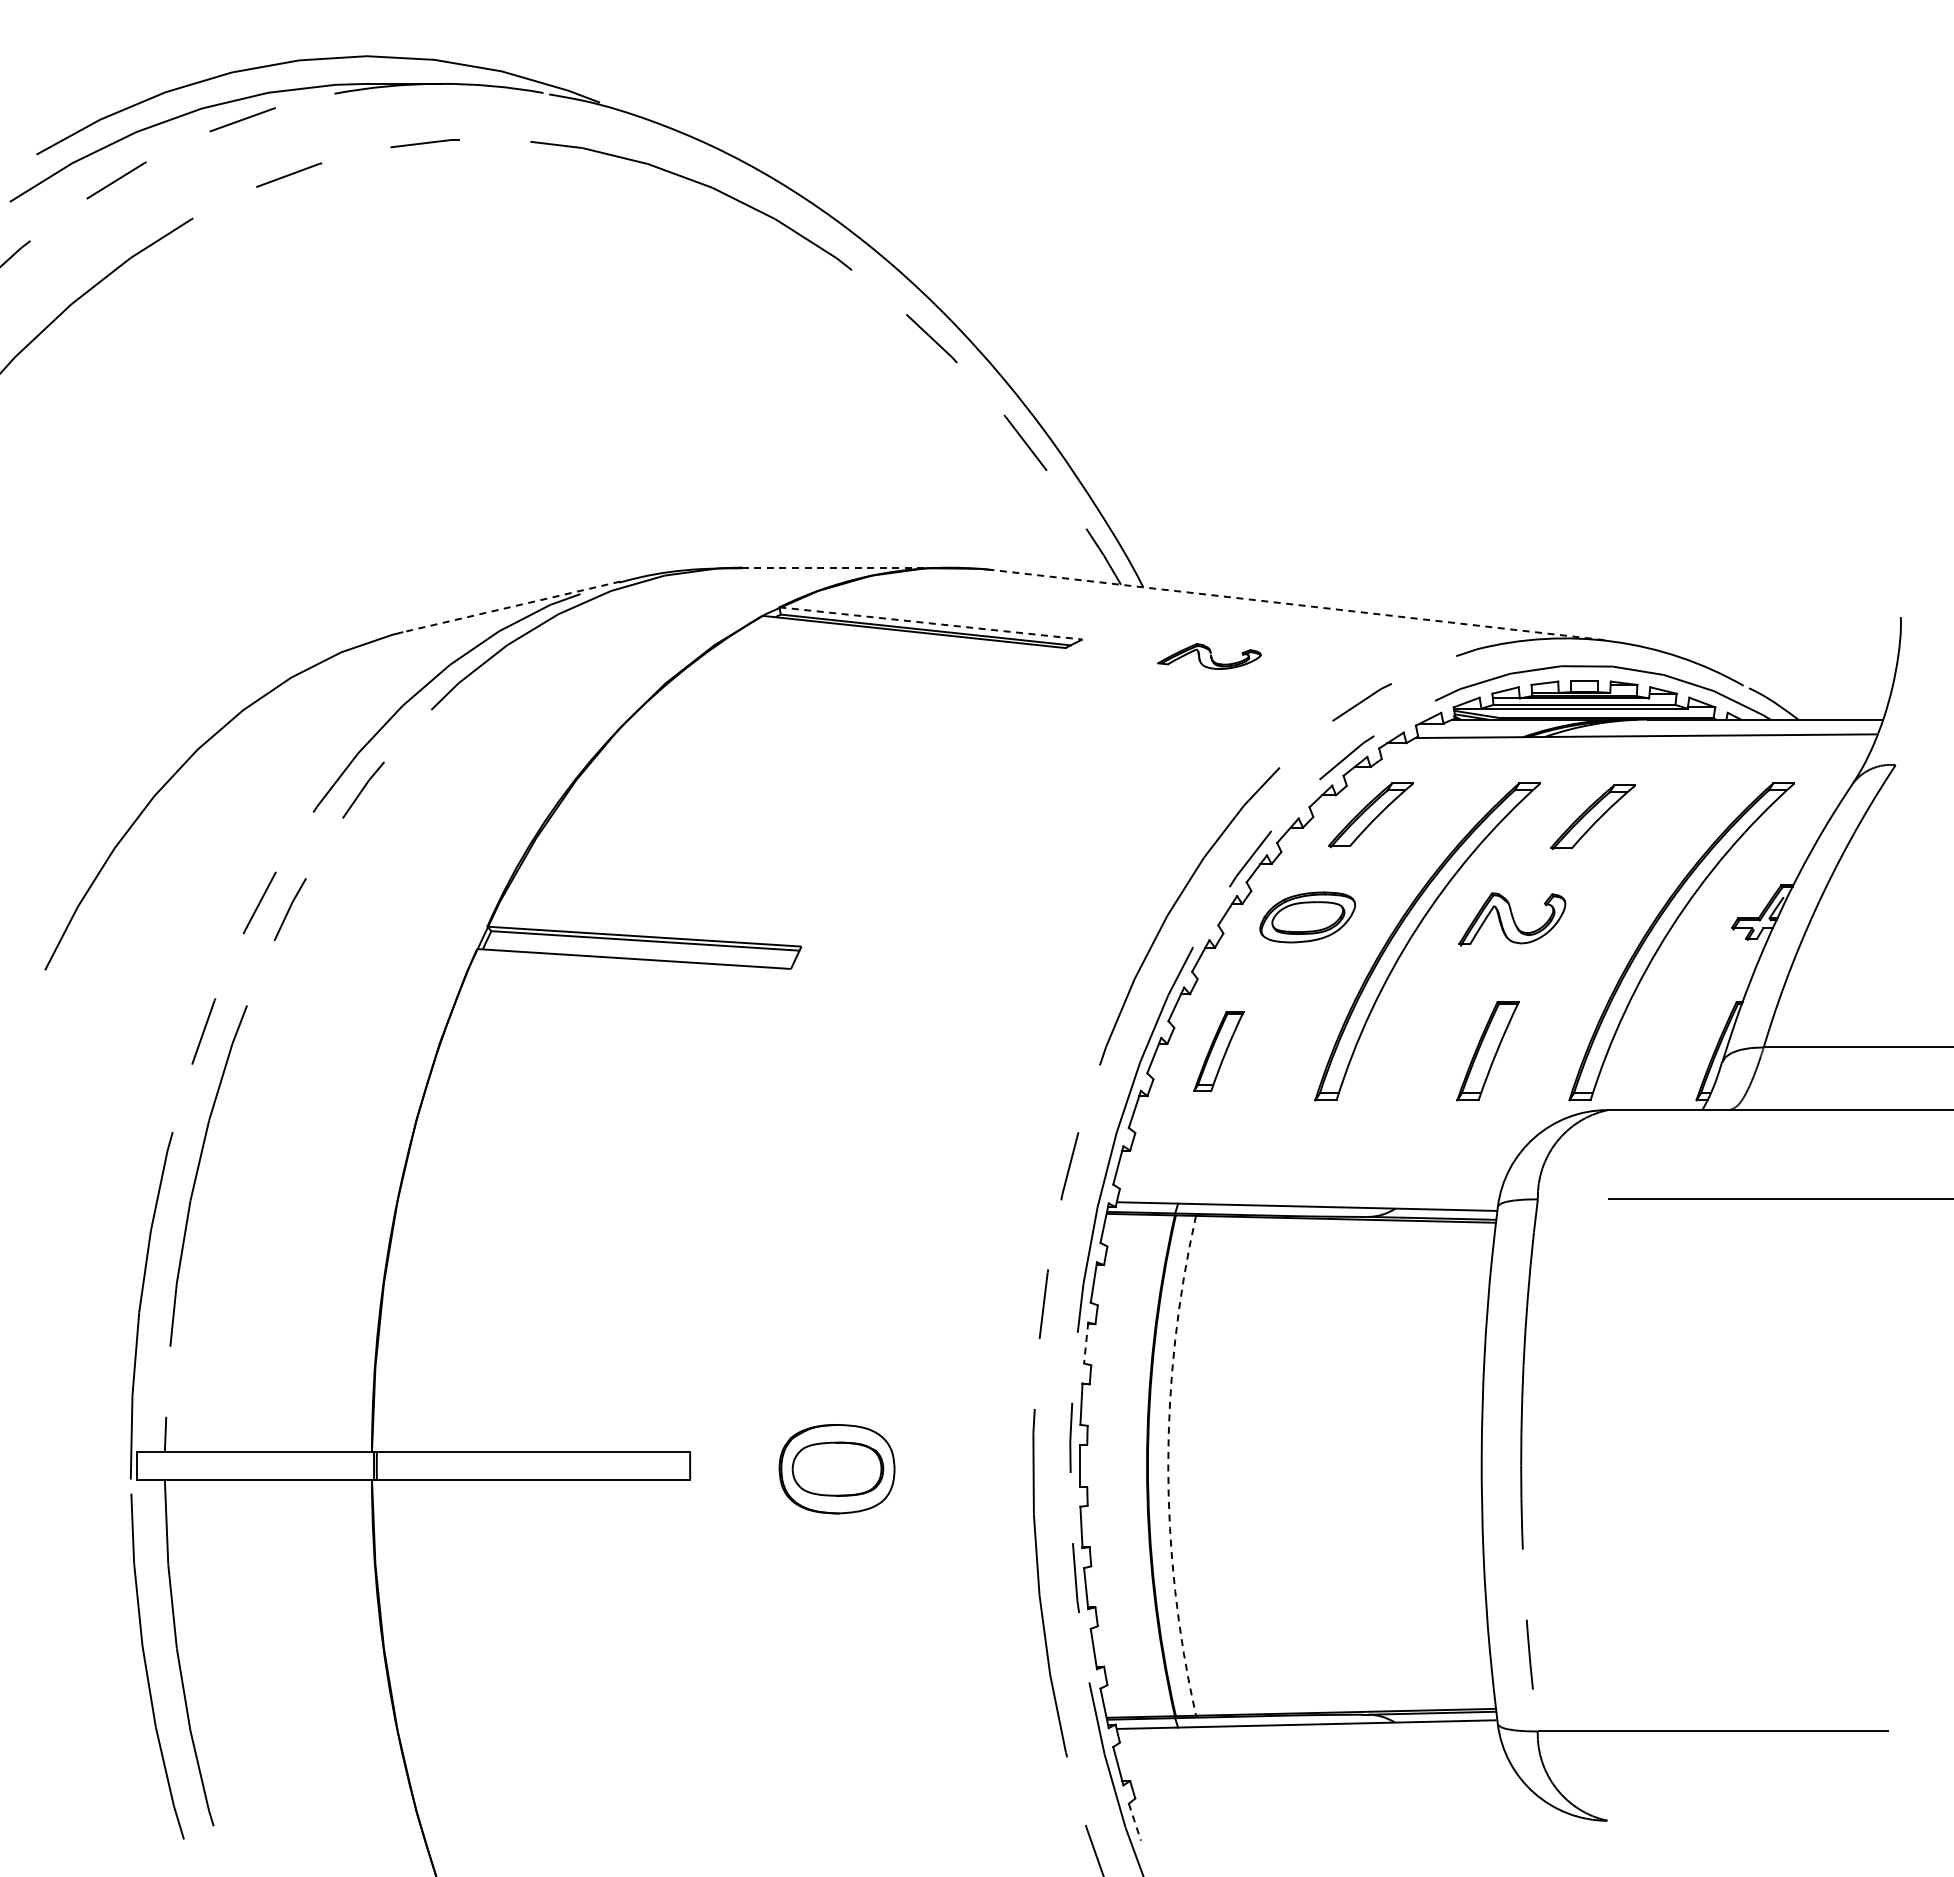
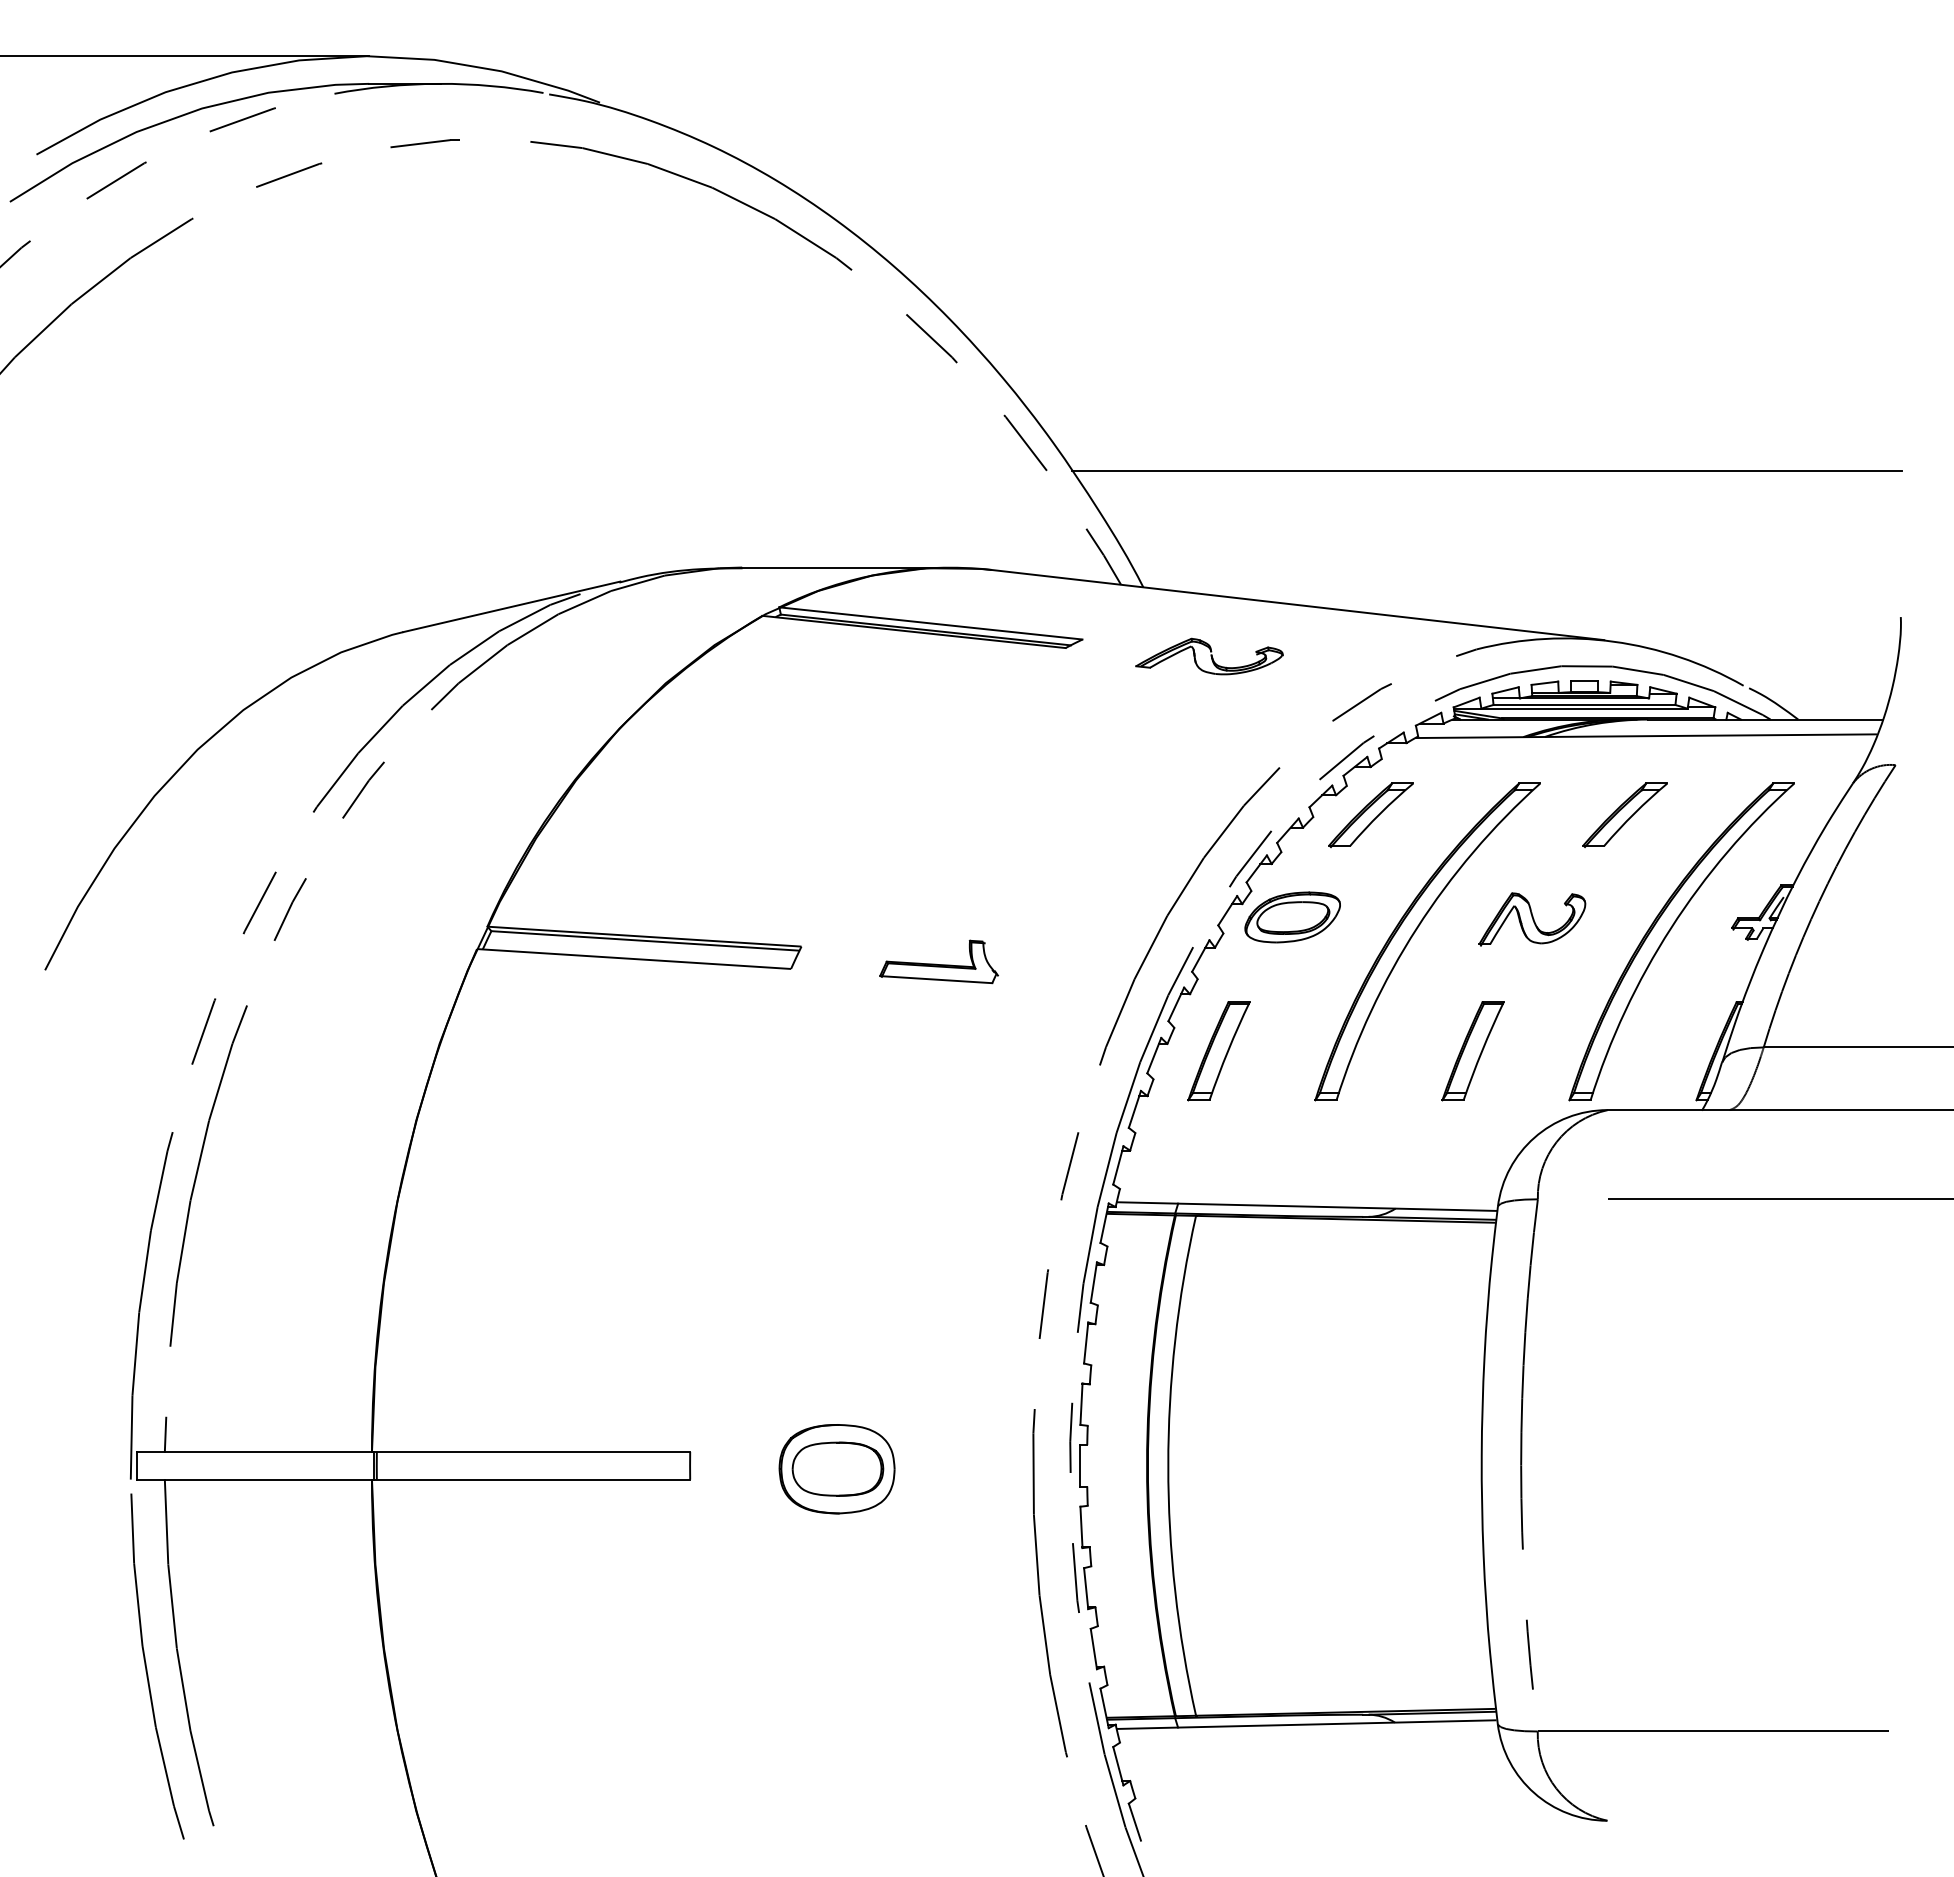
line at (185, 56): none -> present
line at (1486, 470): none -> present
line at (845, 567): dashed -> solid
line at (1297, 604): dashed -> solid
line at (511, 606): dashed -> solid
line at (931, 623): dashed -> solid
part at (1209, 656) size: 105x27 px -> 149x39 px
part at (1592, 817) position: (1592, 817) -> (1624, 815)
part at (1307, 917) position: (1307, 917) -> (1292, 917)
part at (1512, 919) position: (1512, 919) -> (1532, 919)
part at (938, 961): none -> present
part at (1218, 1051) size: 52x81 px -> 64x101 px
part at (1487, 1051) position: (1487, 1051) -> (1472, 1051)
line at (1086, 1343): dashed -> solid
arc at (1168, 1465): dashed -> solid
line at (1135, 1822): dashed -> solid
